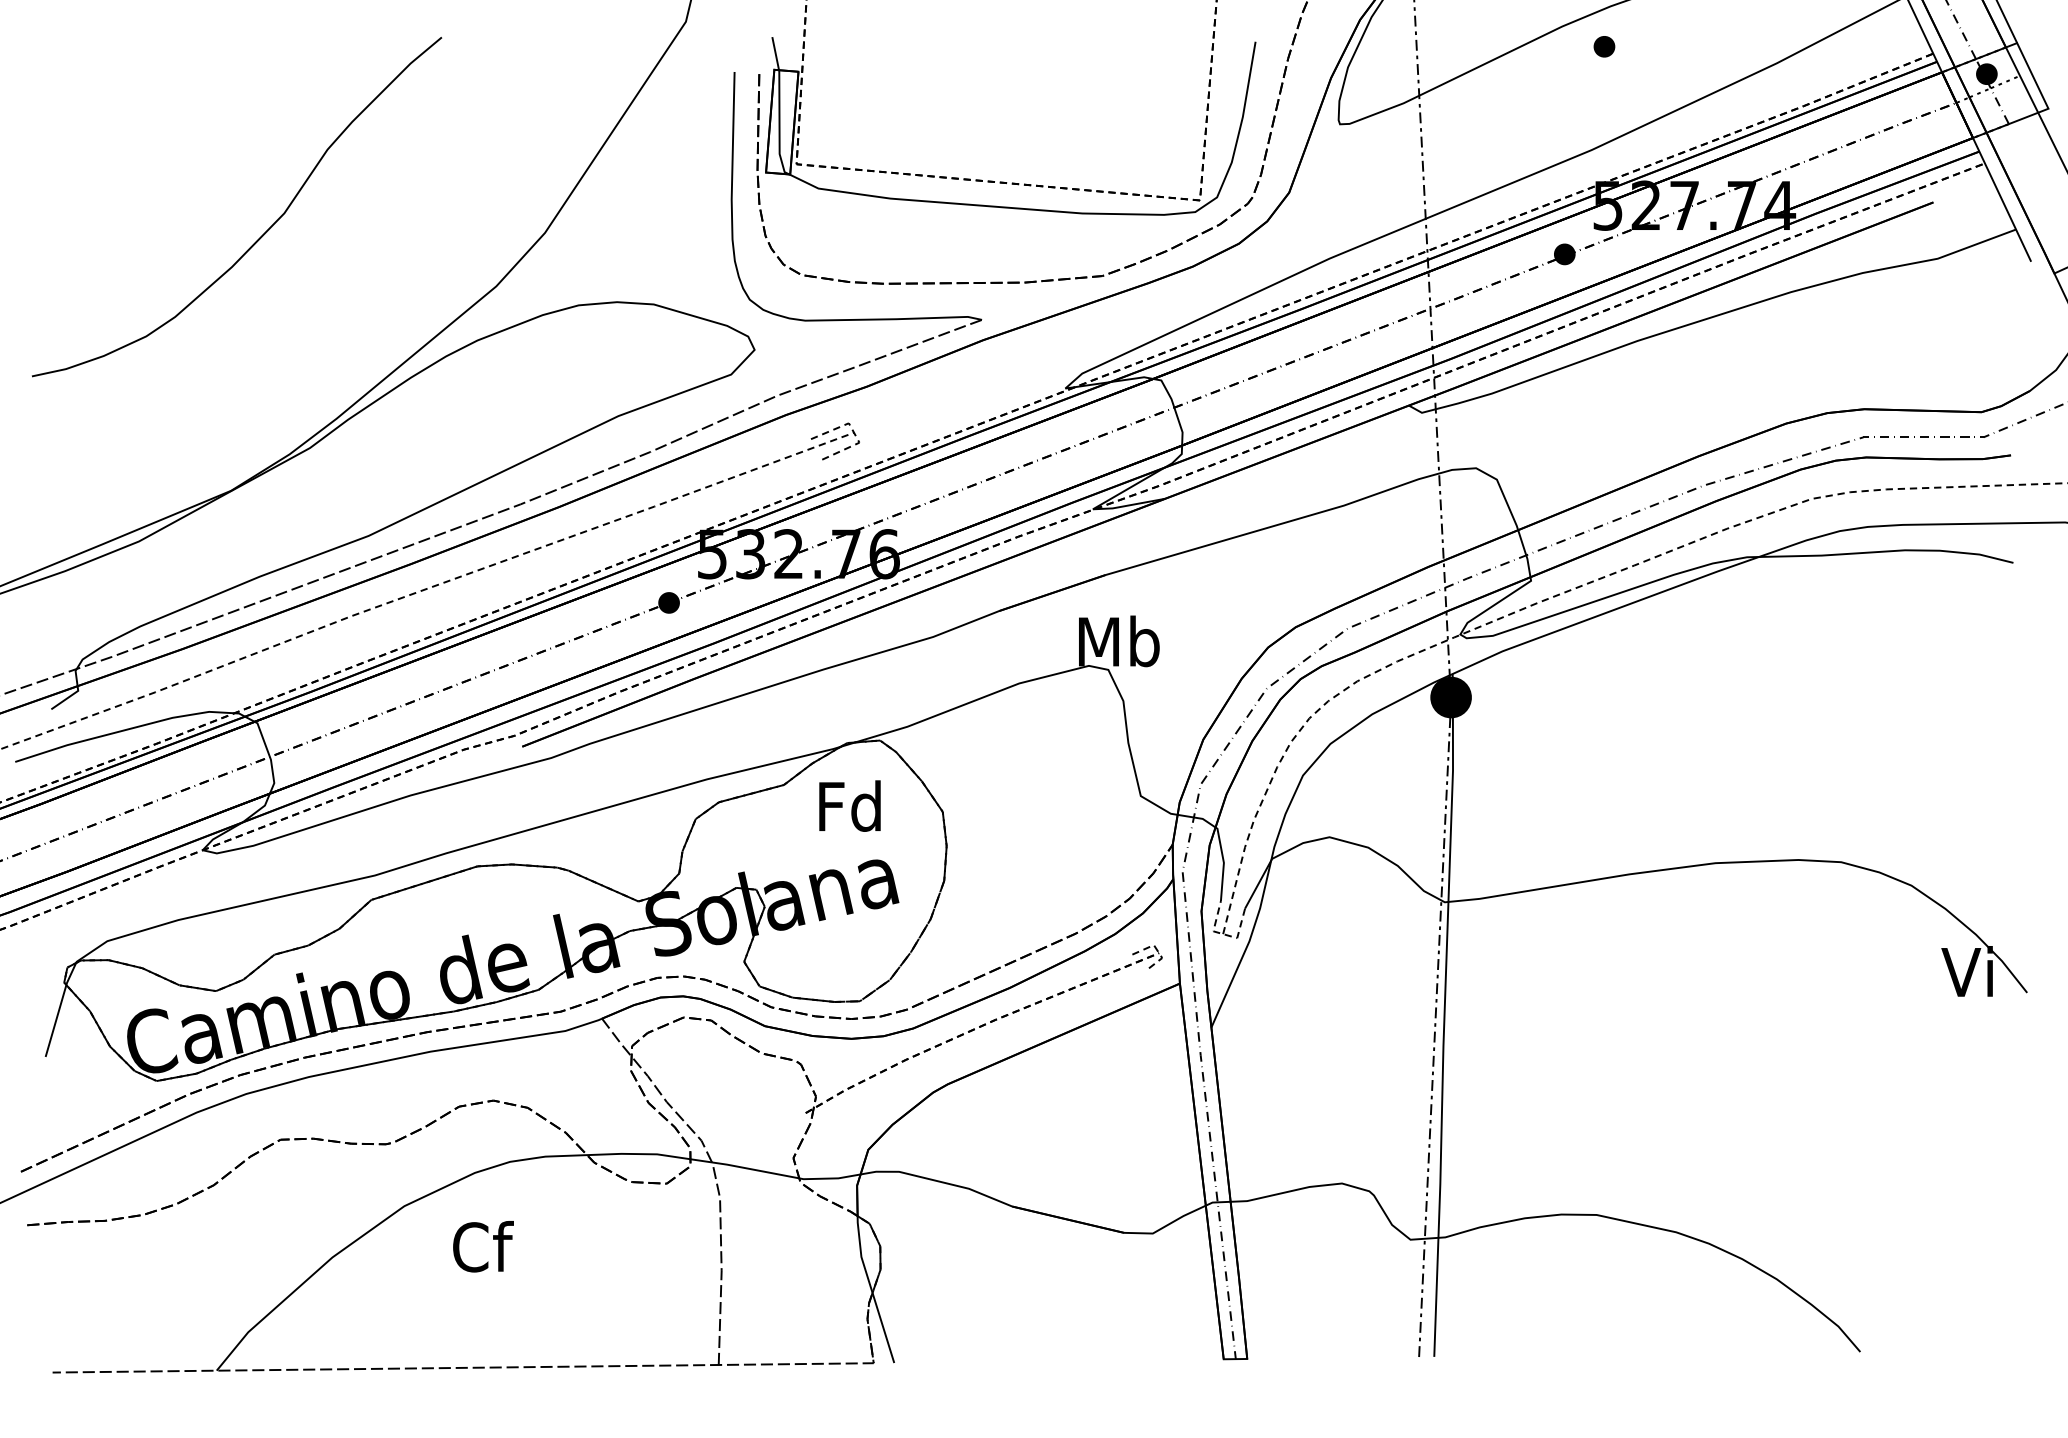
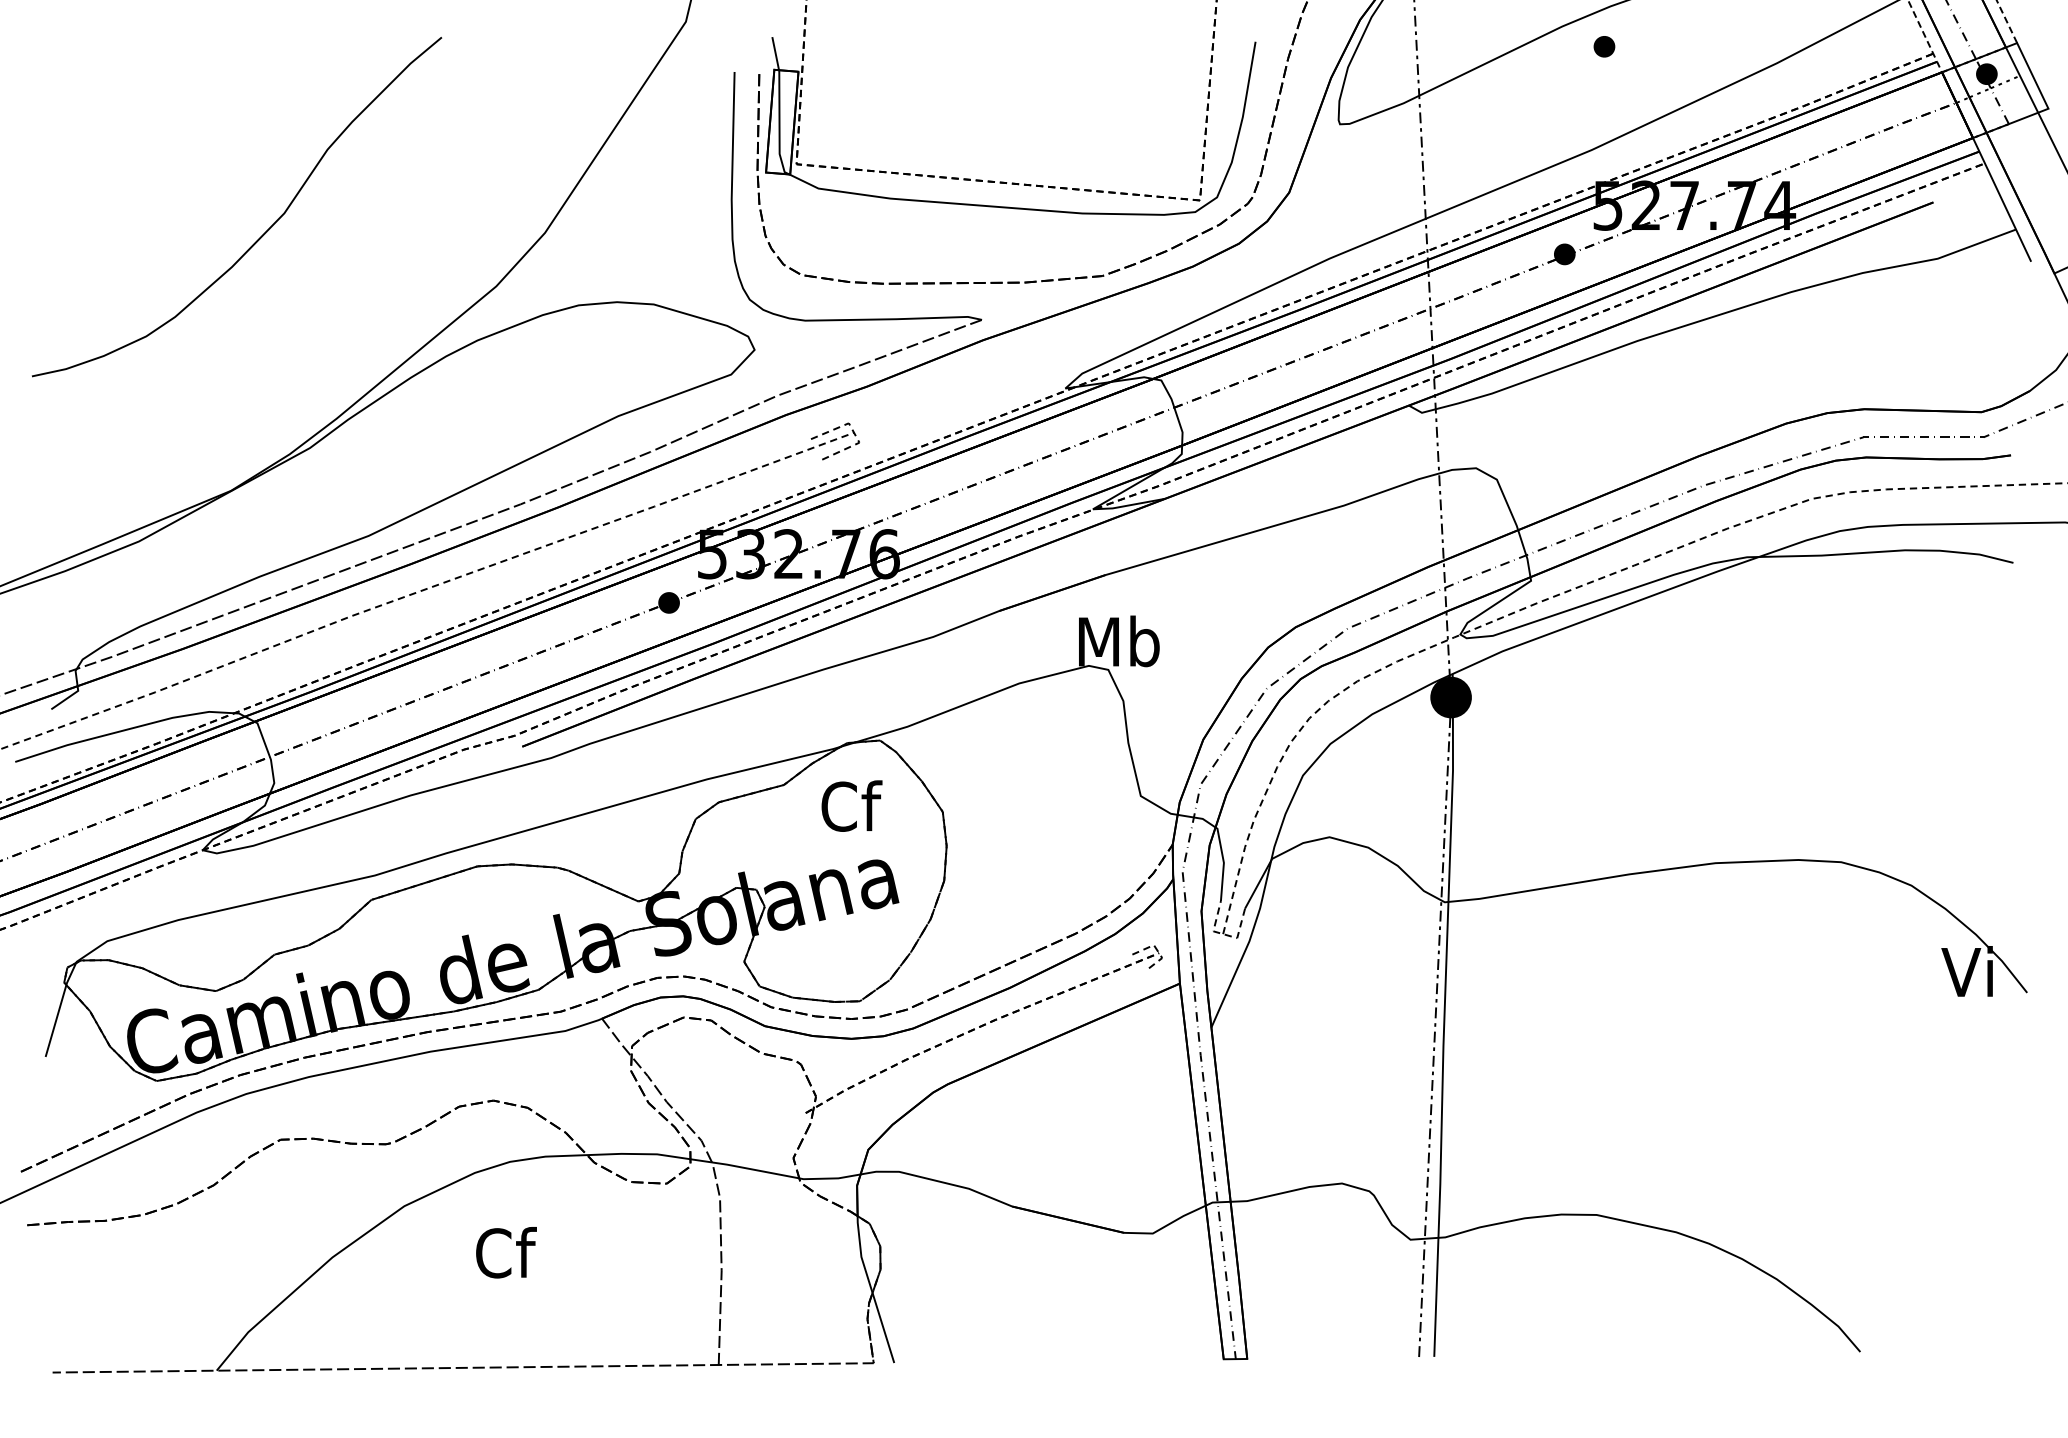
line at (2007, 21): solid -> dashed
line at (1925, 37): solid -> dashed
text at (850, 805): Fd -> Cf
text at (483, 1246) position: (483, 1246) -> (506, 1252)
